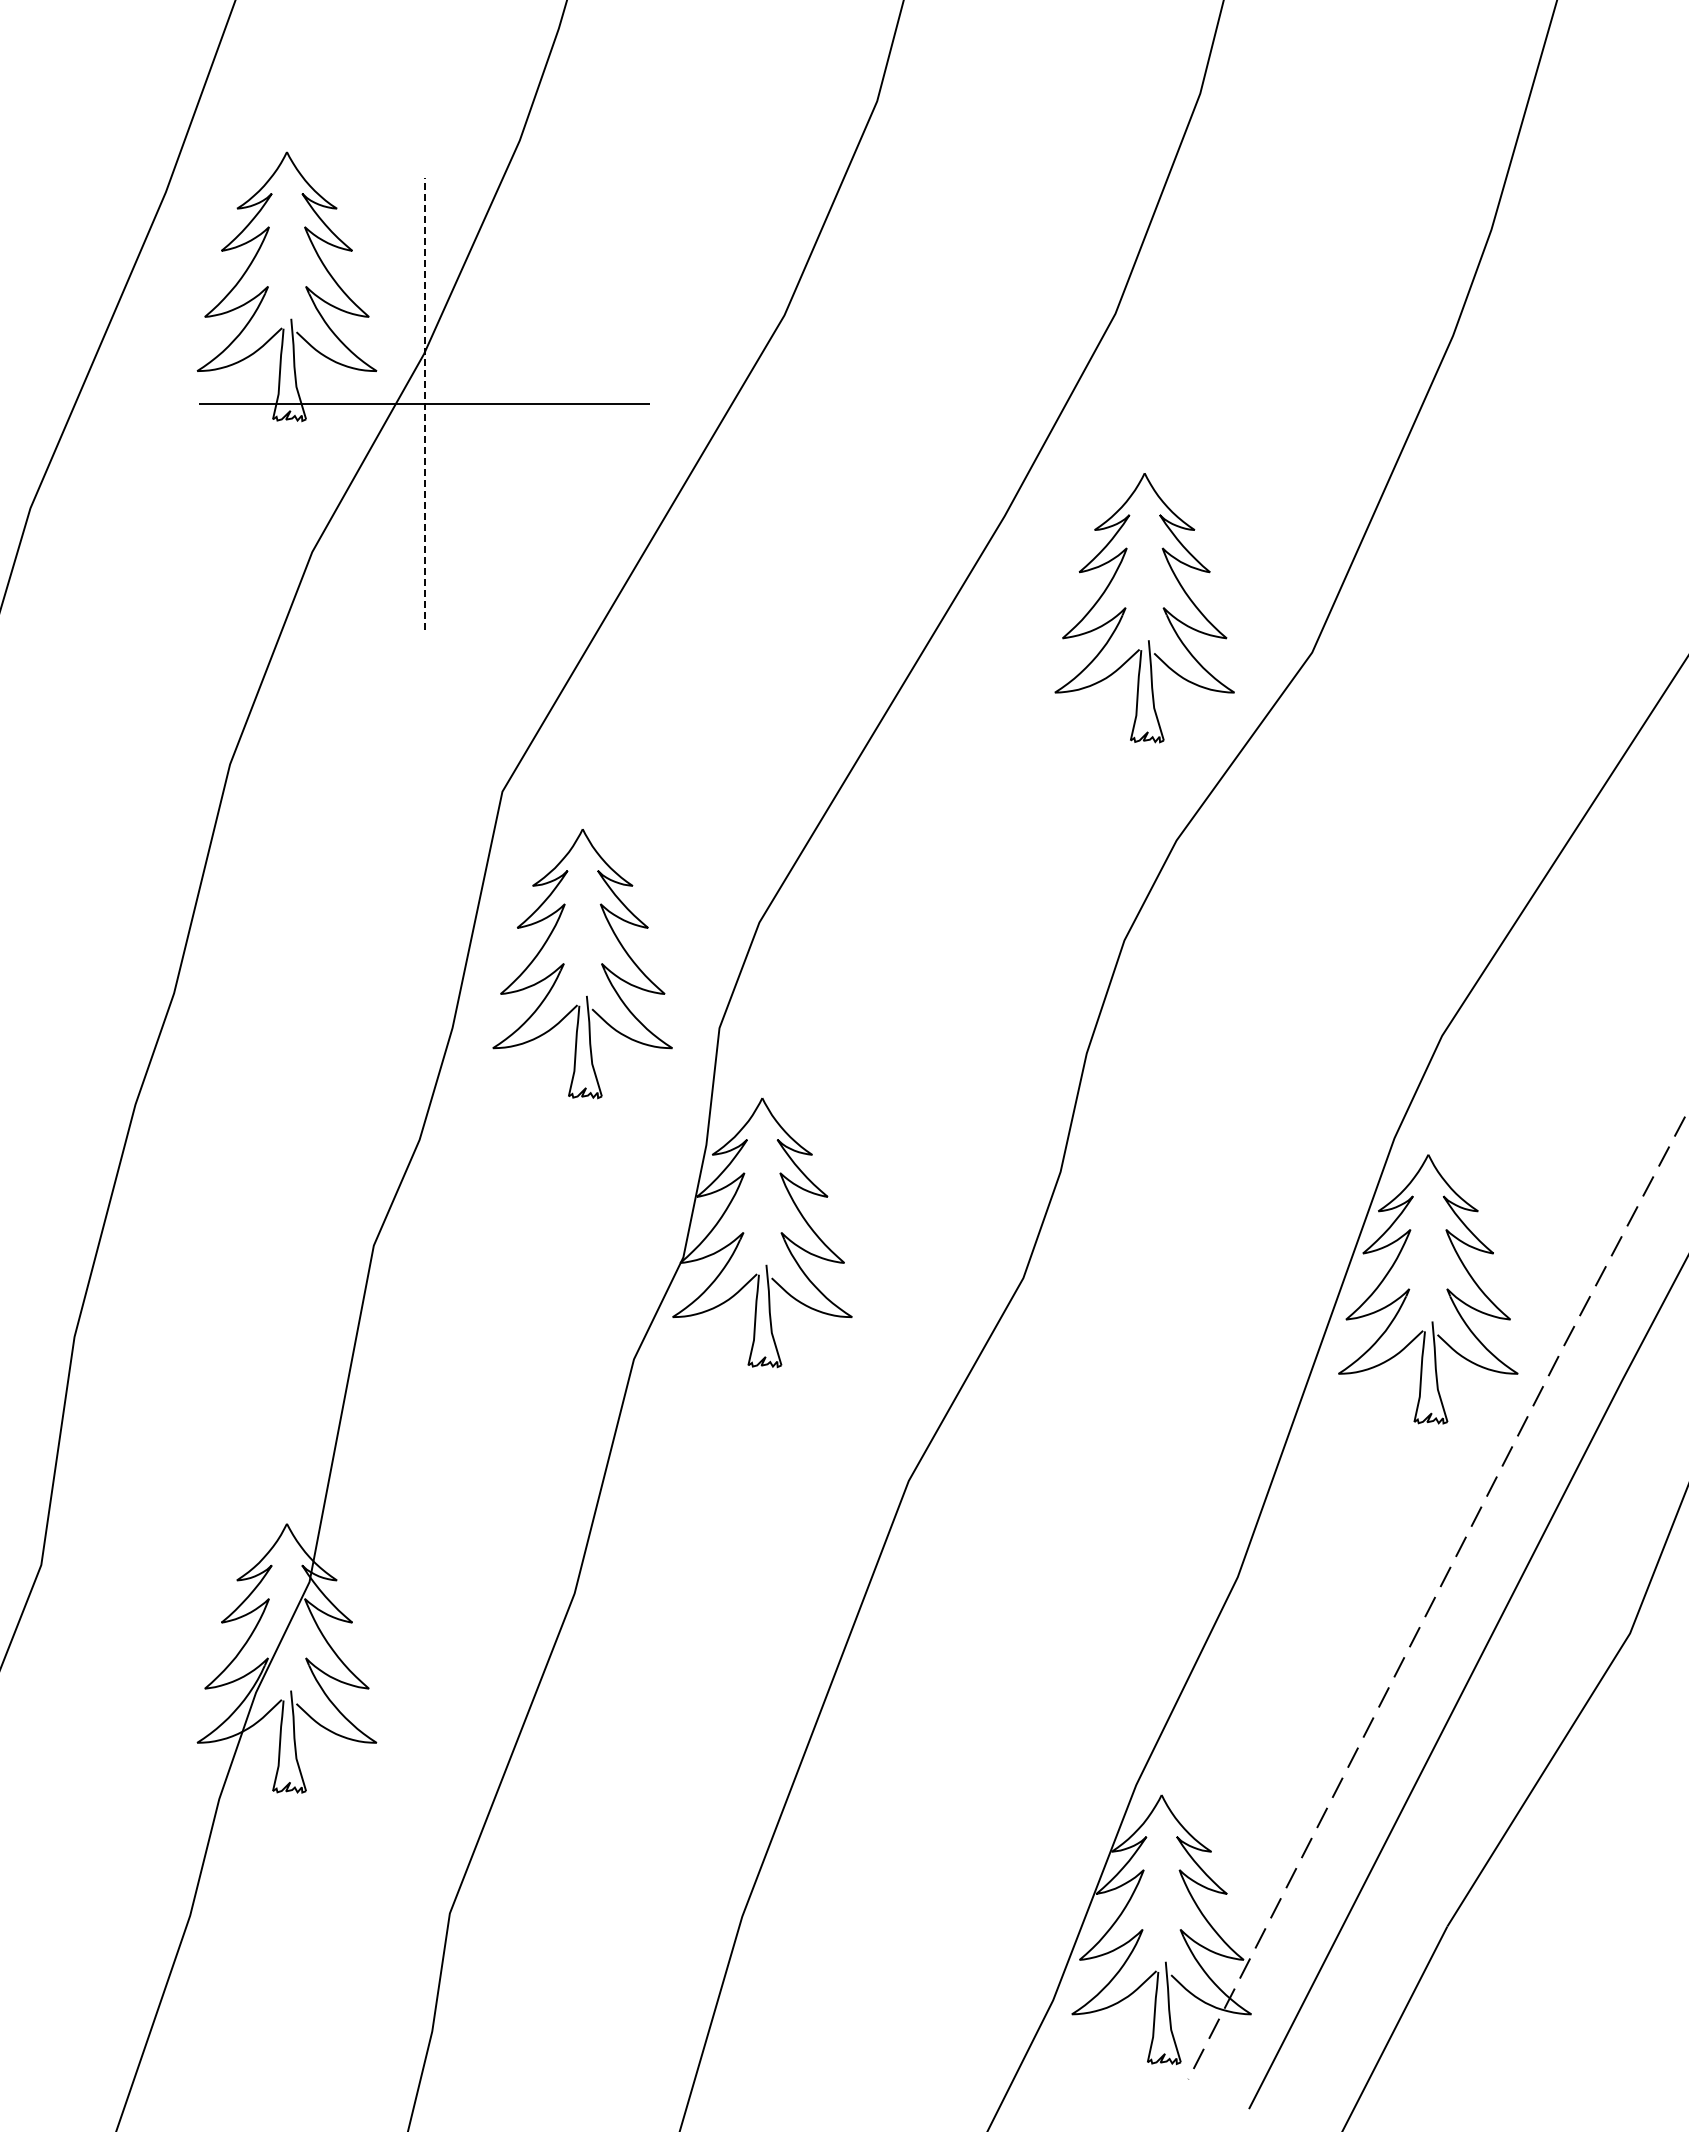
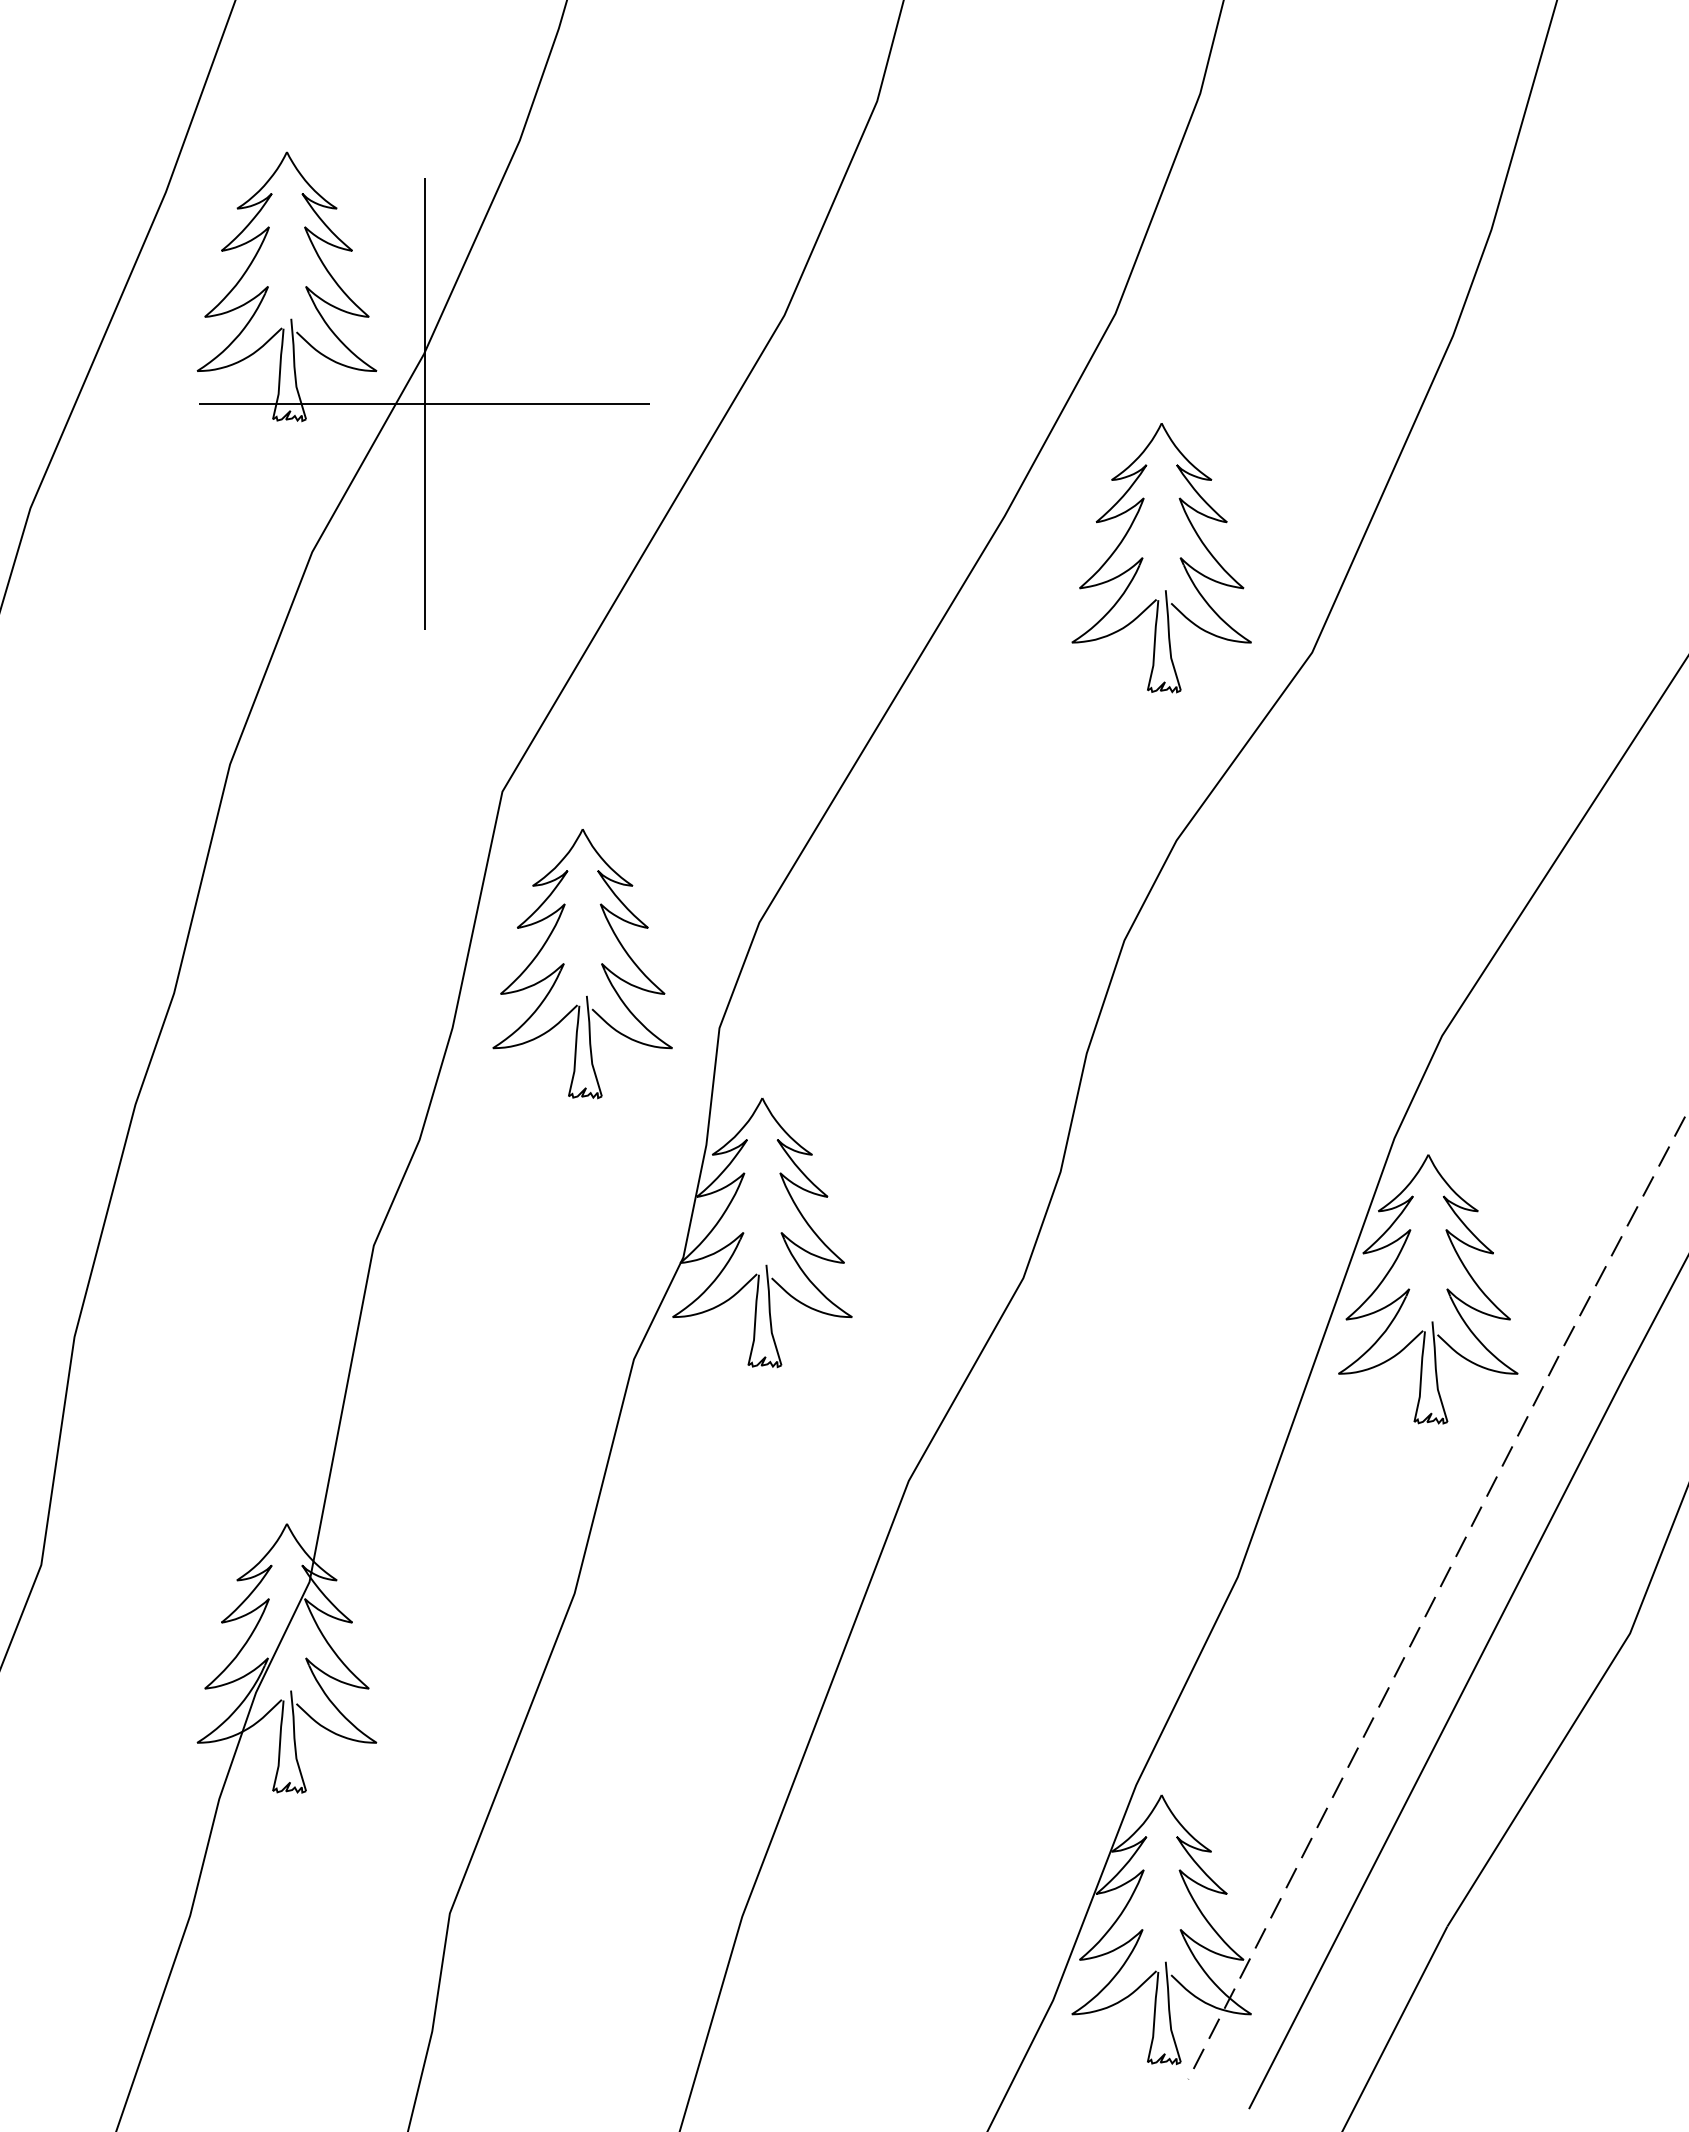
line at (424, 404): dashed -> solid
part at (1126, 608) position: (1126, 608) -> (1143, 558)
